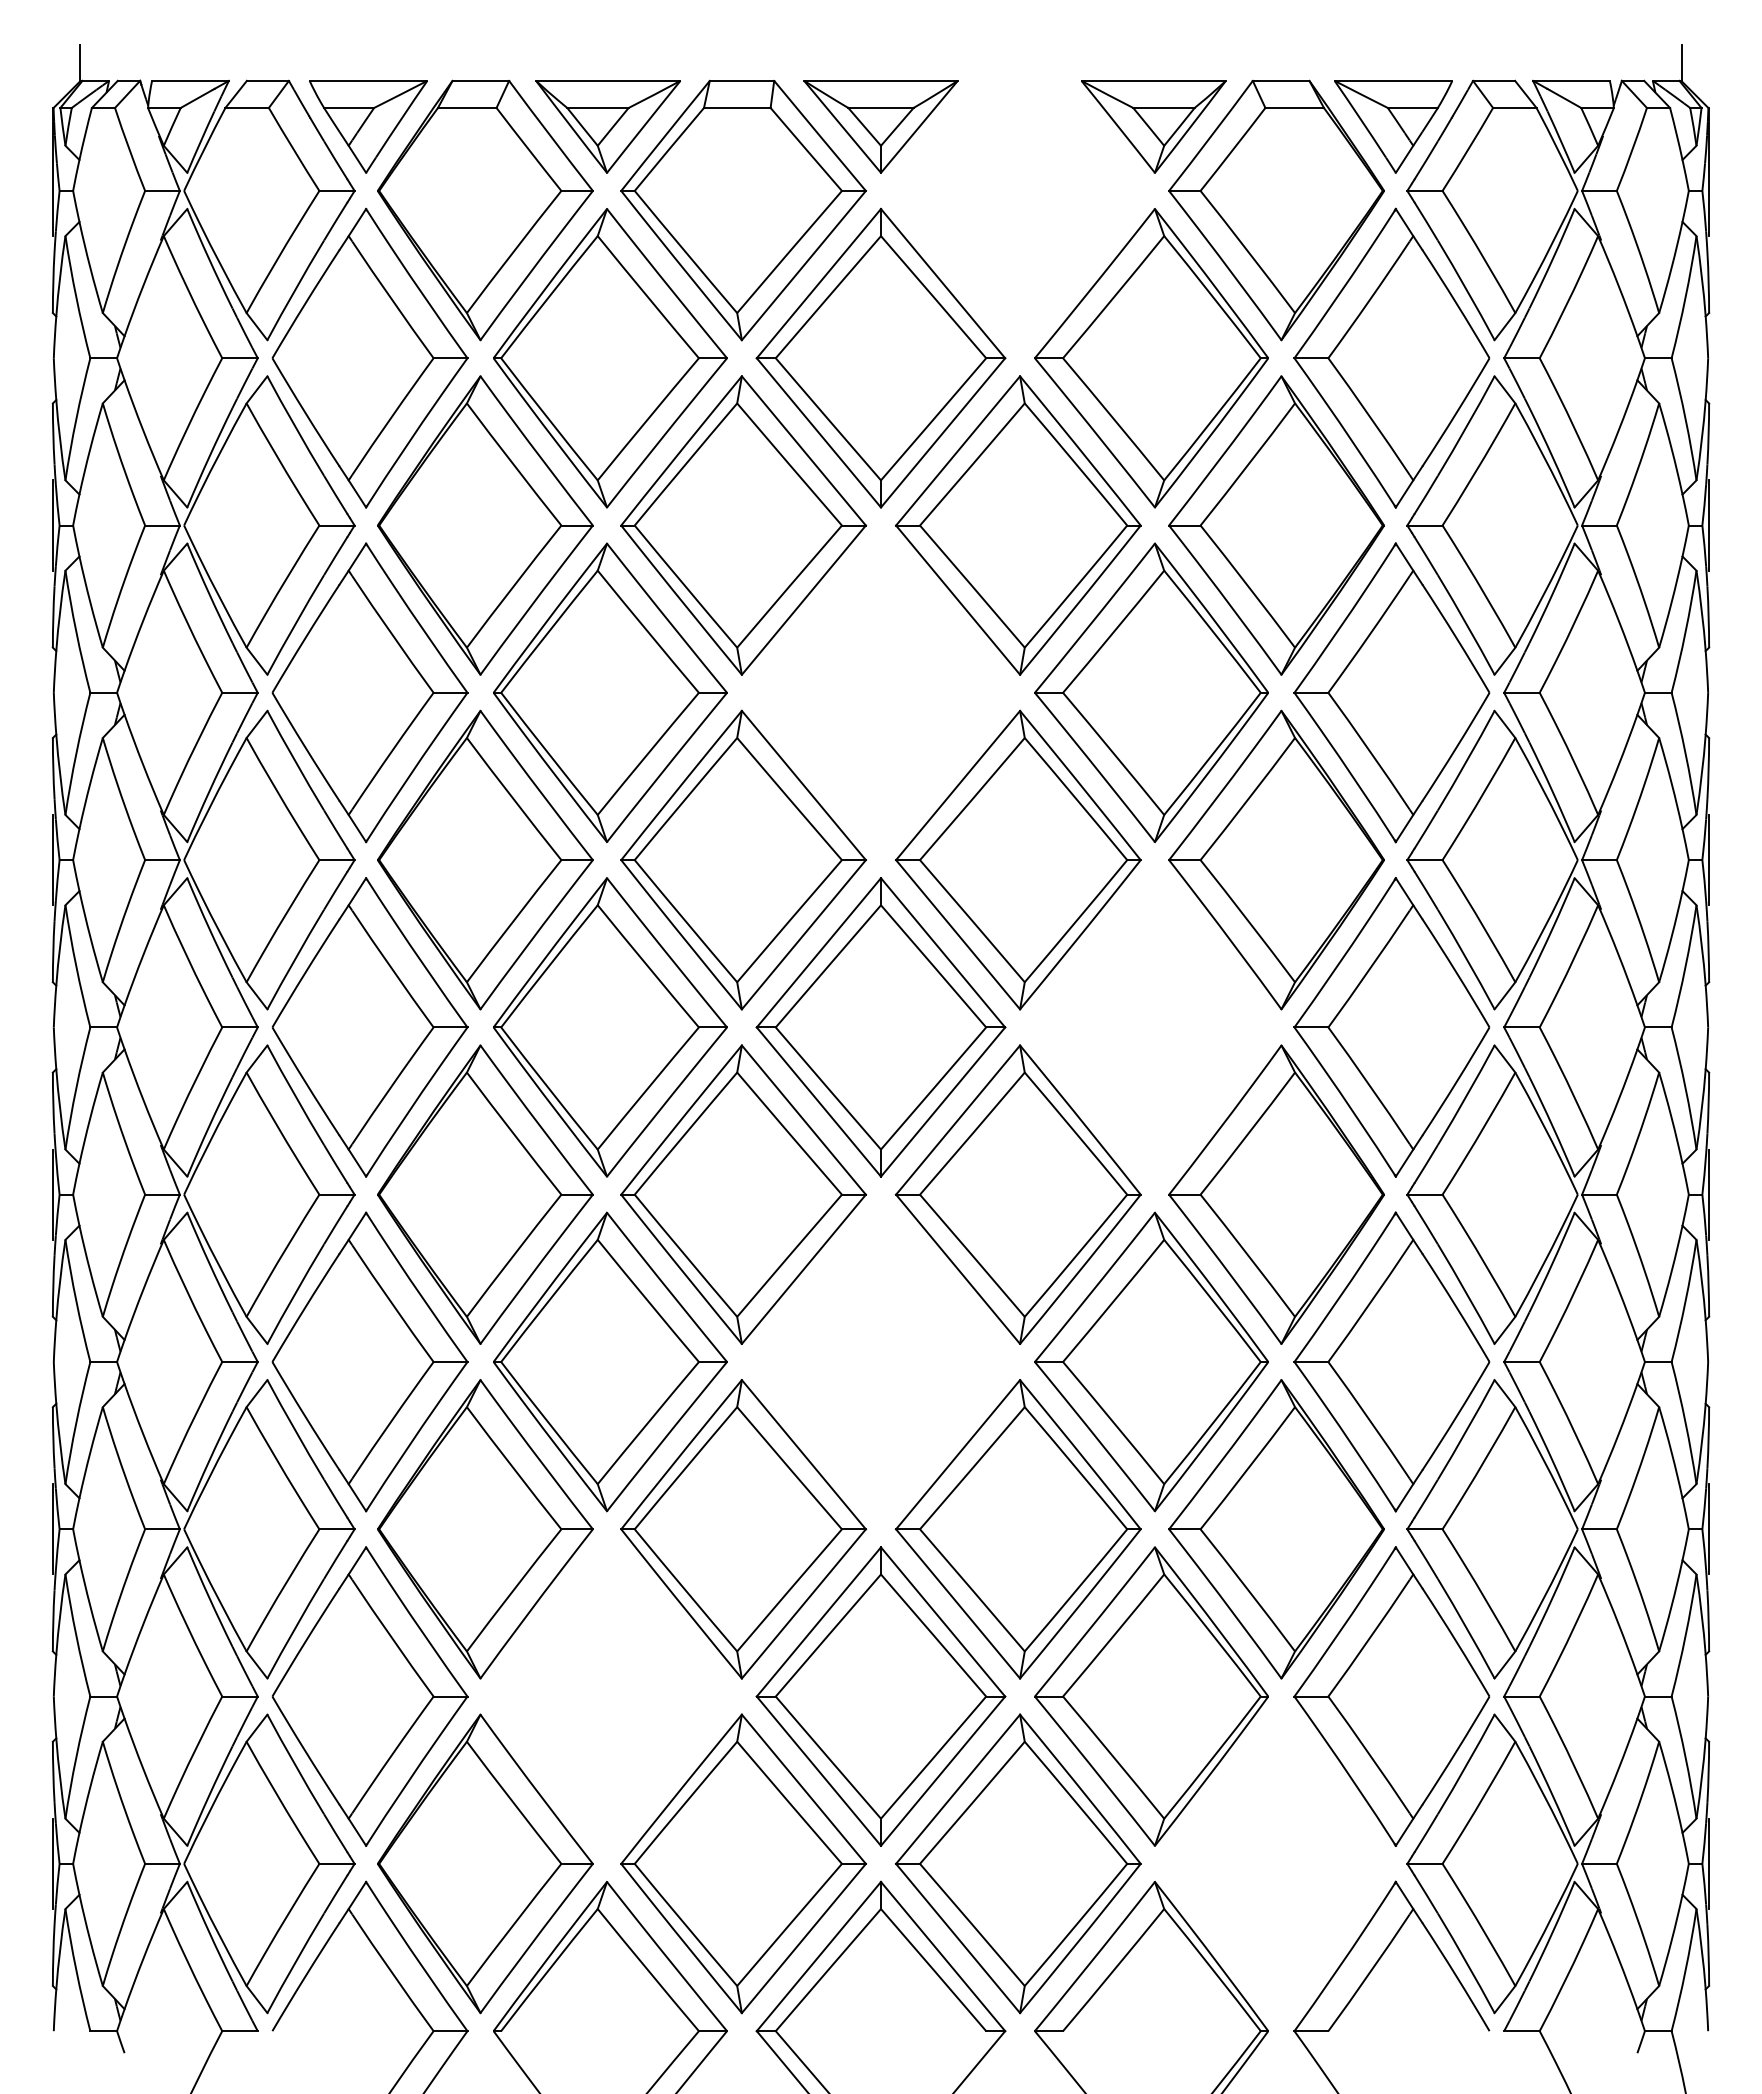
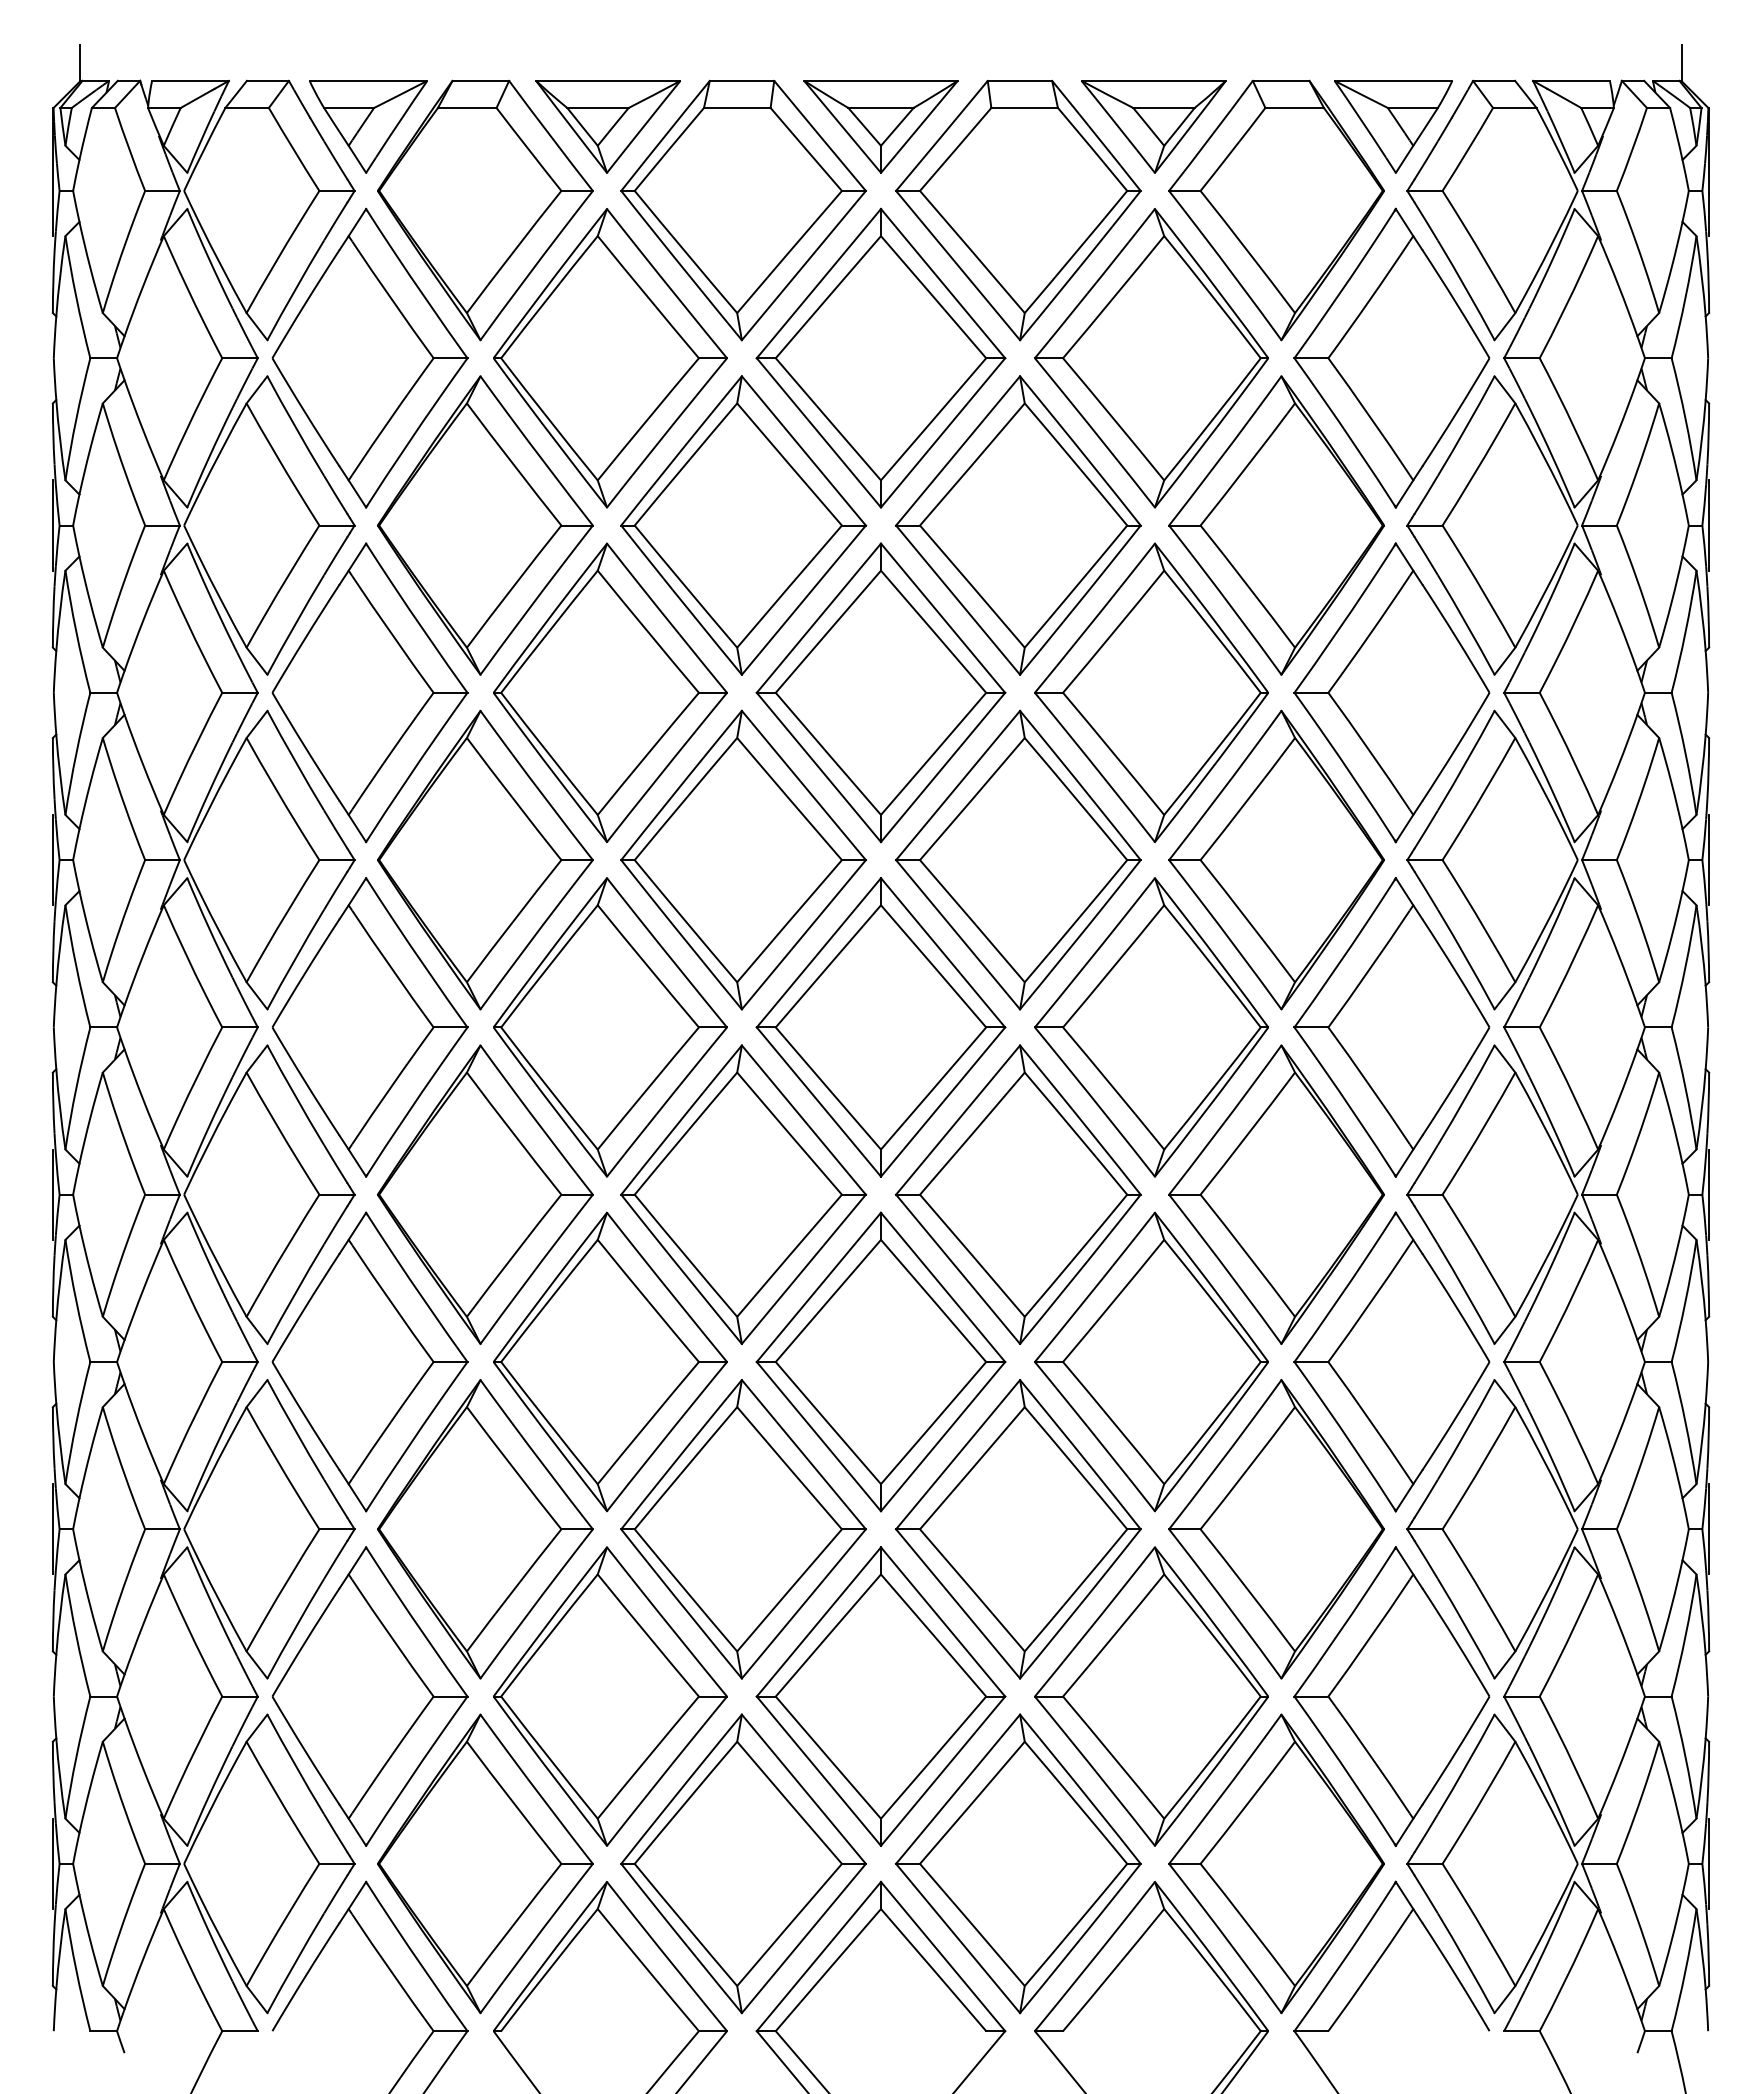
part at (1018, 210): none -> present
part at (880, 692): none -> present
part at (1151, 1027): none -> present
part at (880, 1361): none -> present
part at (610, 1696): none -> present
part at (1276, 1863): none -> present
